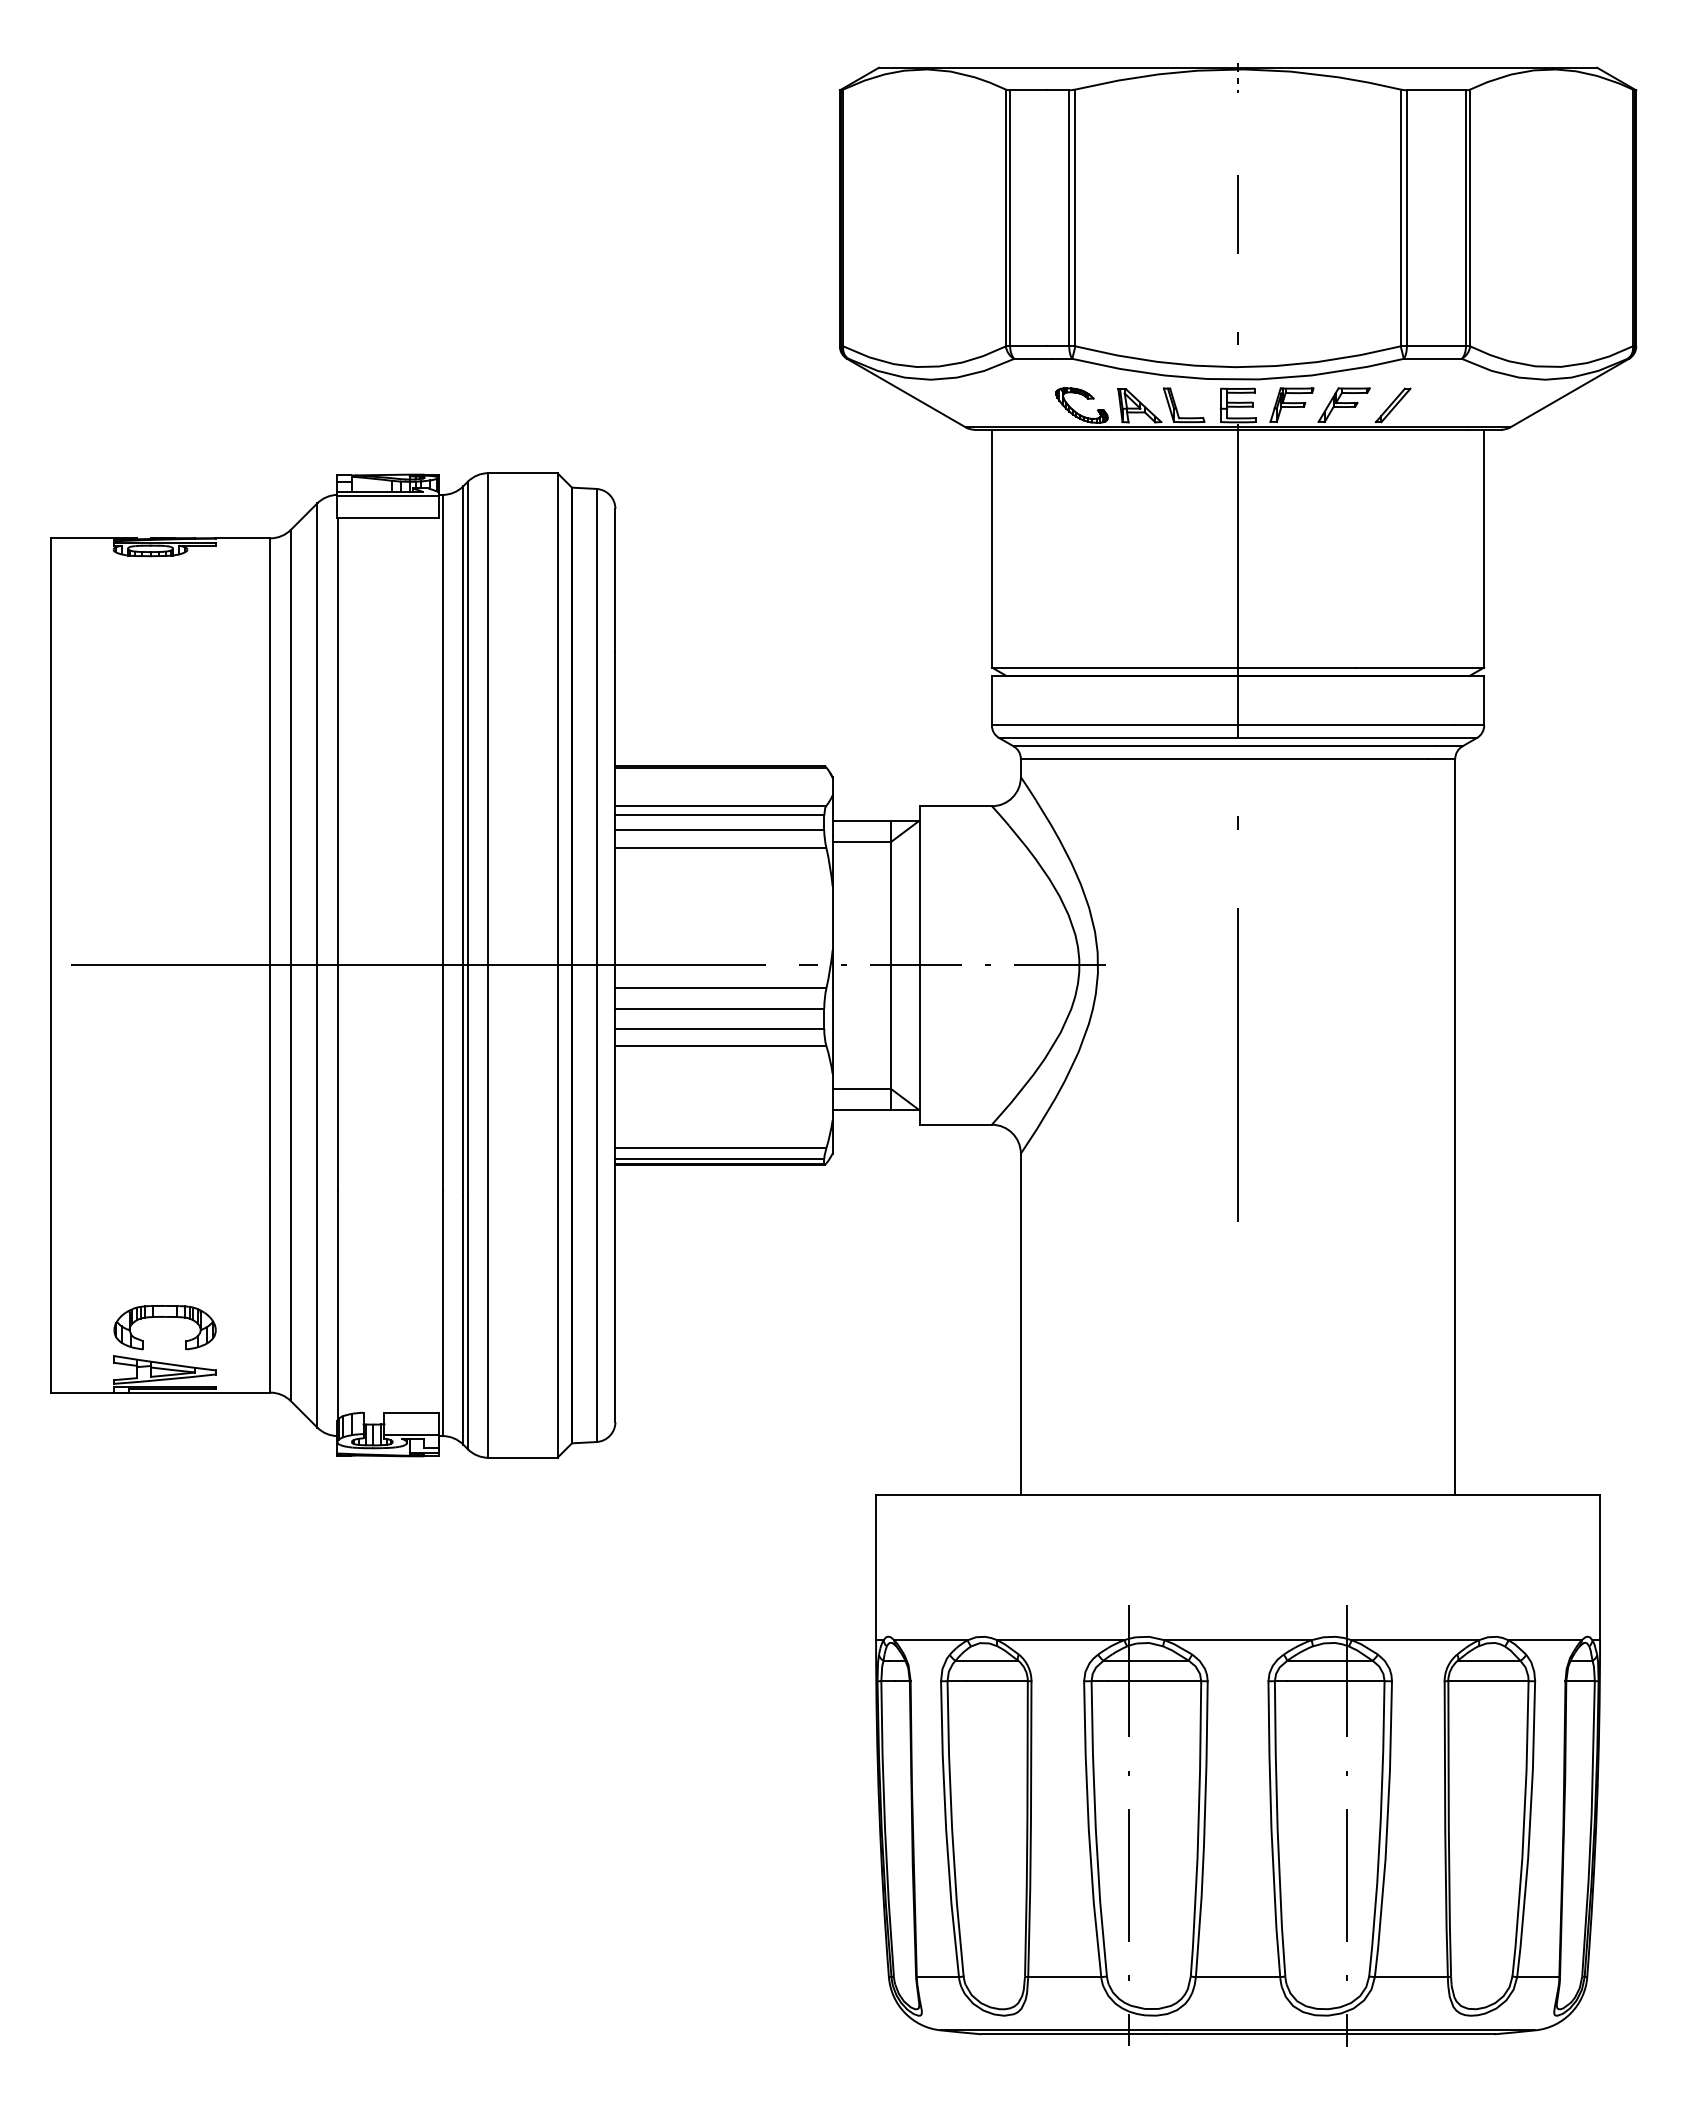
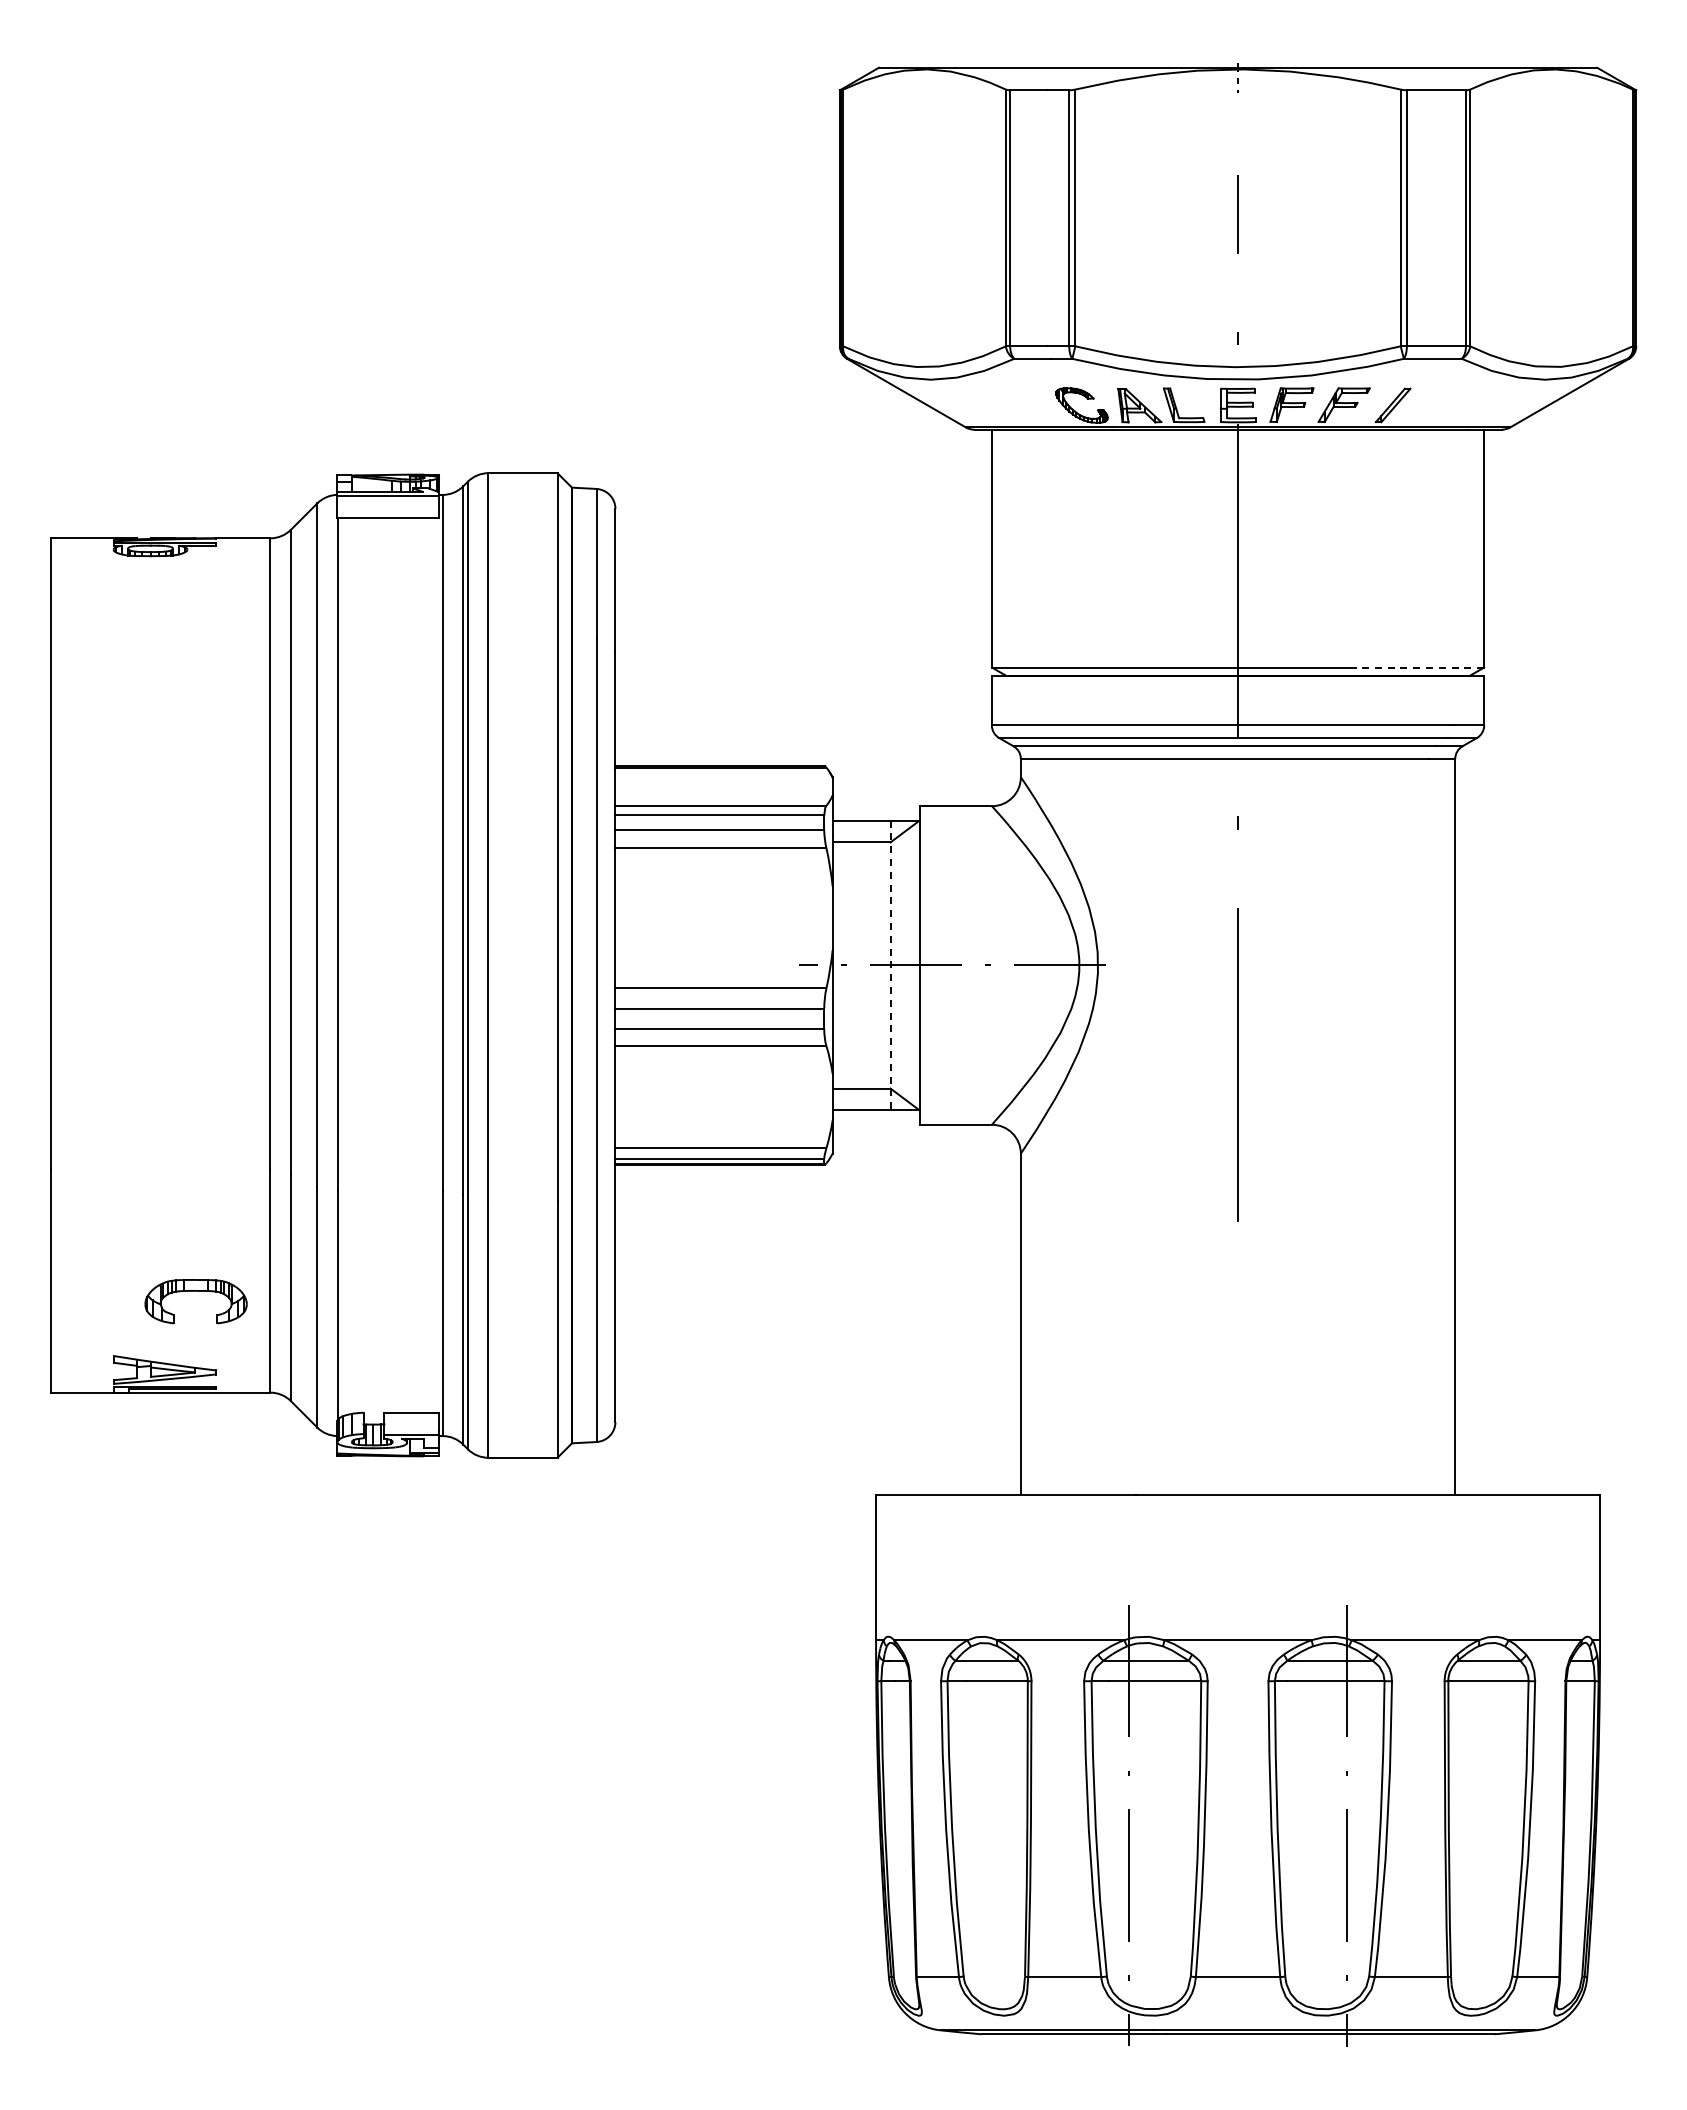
line at (1419, 667): solid -> dashed
line at (383, 965): present -> none
line at (890, 965): solid -> dashed
part at (164, 1317) position: (164, 1317) -> (195, 1291)
